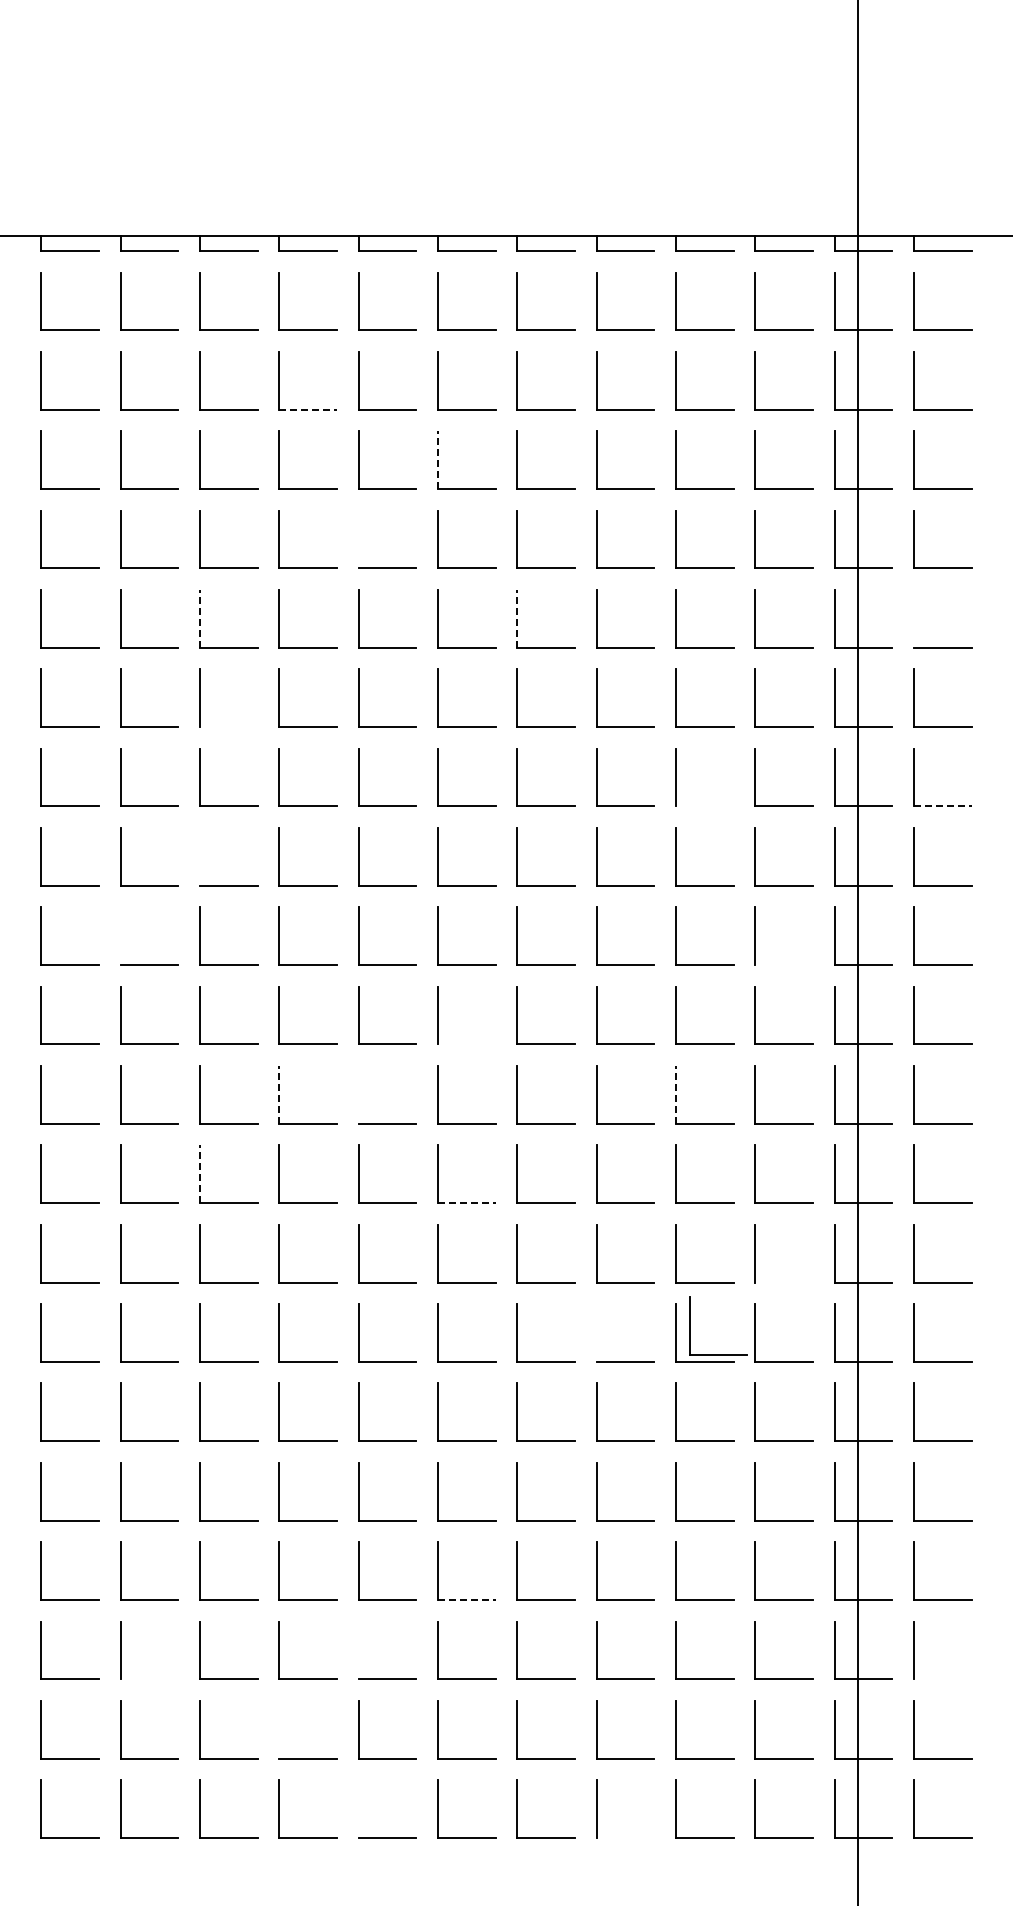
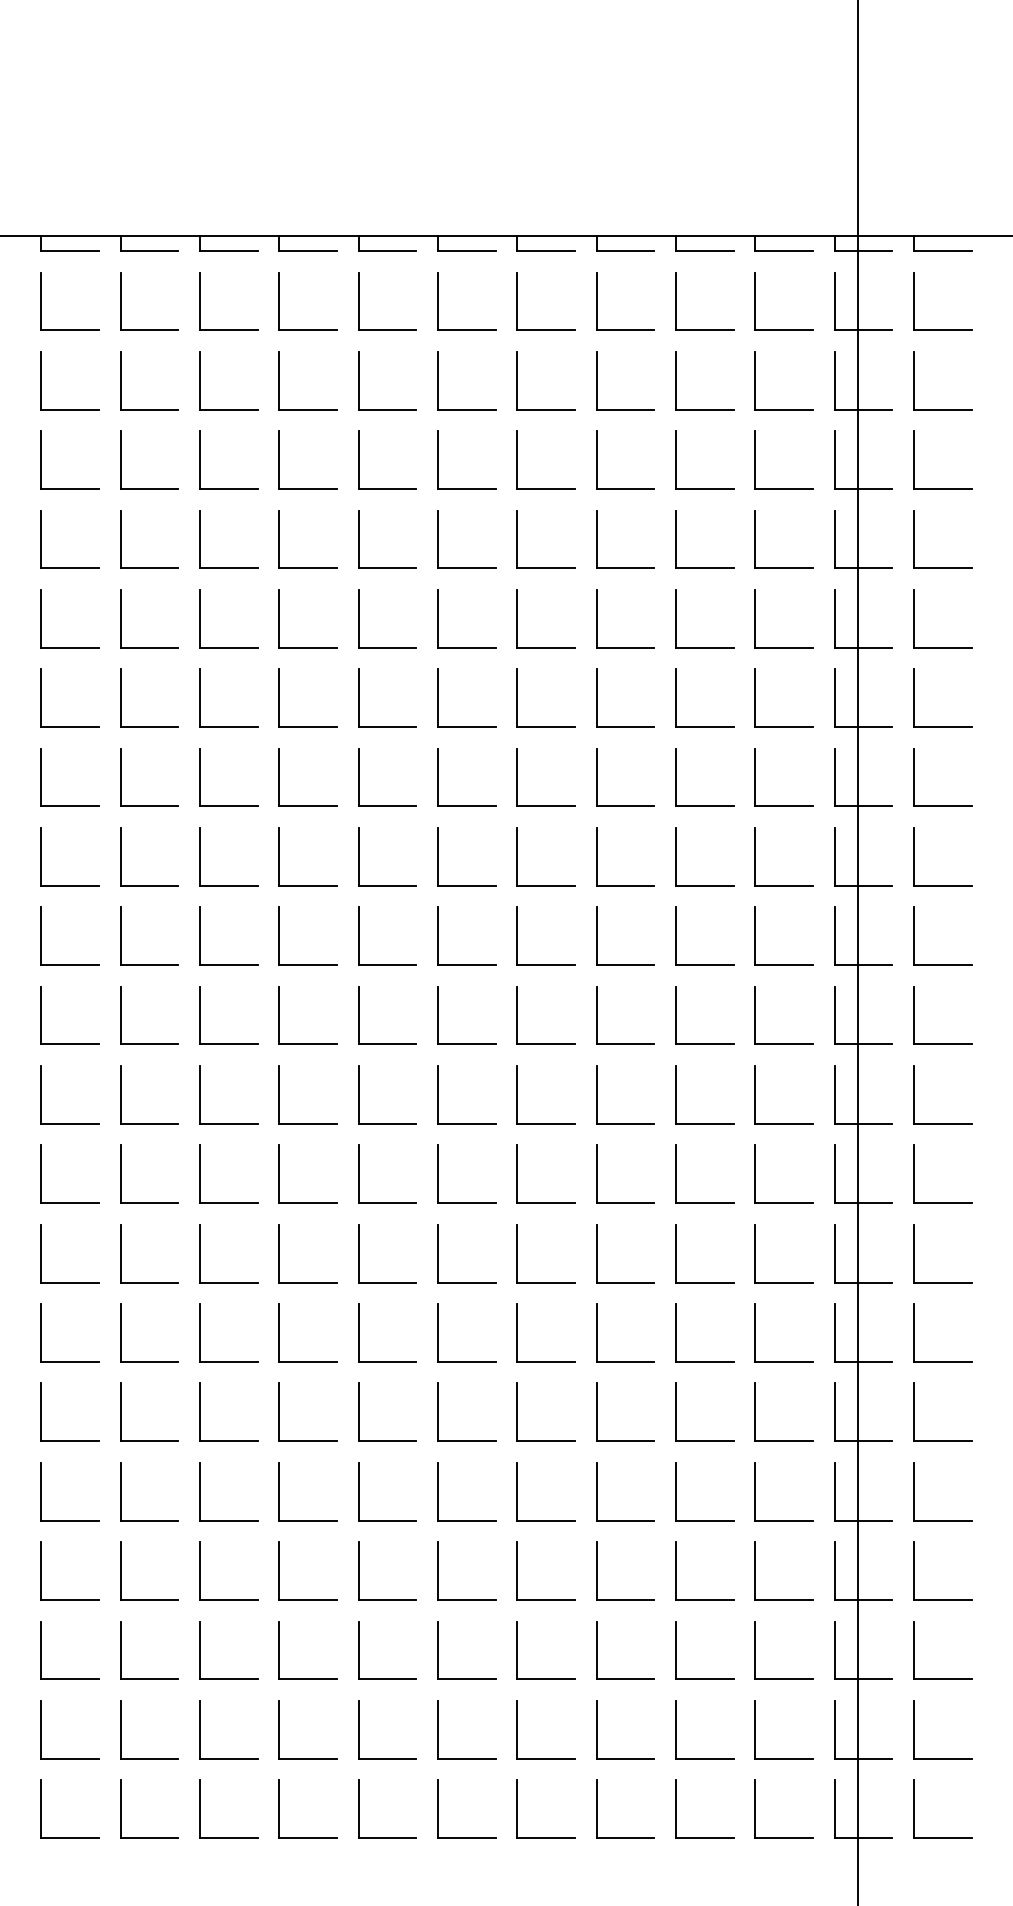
line at (308, 409): dashed -> solid
line at (437, 460): dashed -> solid
line at (358, 539): none -> present
line at (199, 618): dashed -> solid
line at (517, 618): dashed -> solid
line at (914, 618): none -> present
line at (228, 727): none -> present
line at (704, 806): none -> present
line at (942, 806): dashed -> solid
line at (199, 856): none -> present
line at (120, 936): none -> present
line at (784, 965): none -> present
line at (466, 1044): none -> present
line at (358, 1094): none -> present
line at (279, 1095): dashed -> solid
line at (676, 1095): dashed -> solid
line at (199, 1174): dashed -> solid
line at (466, 1203): dashed -> solid
line at (784, 1282): none -> present
part at (690, 1325): present -> none
line at (596, 1332): none -> present
line at (466, 1599): dashed -> solid
line at (358, 1650): none -> present
line at (149, 1679): none -> present
line at (942, 1679): none -> present
line at (279, 1729): none -> present
line at (358, 1809): none -> present
line at (625, 1838): none -> present
